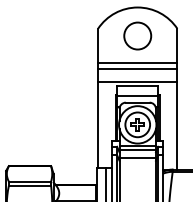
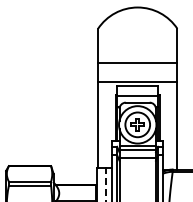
circle at (137, 35): present -> none
line at (137, 69): present -> none
line at (106, 184): solid -> dashed
